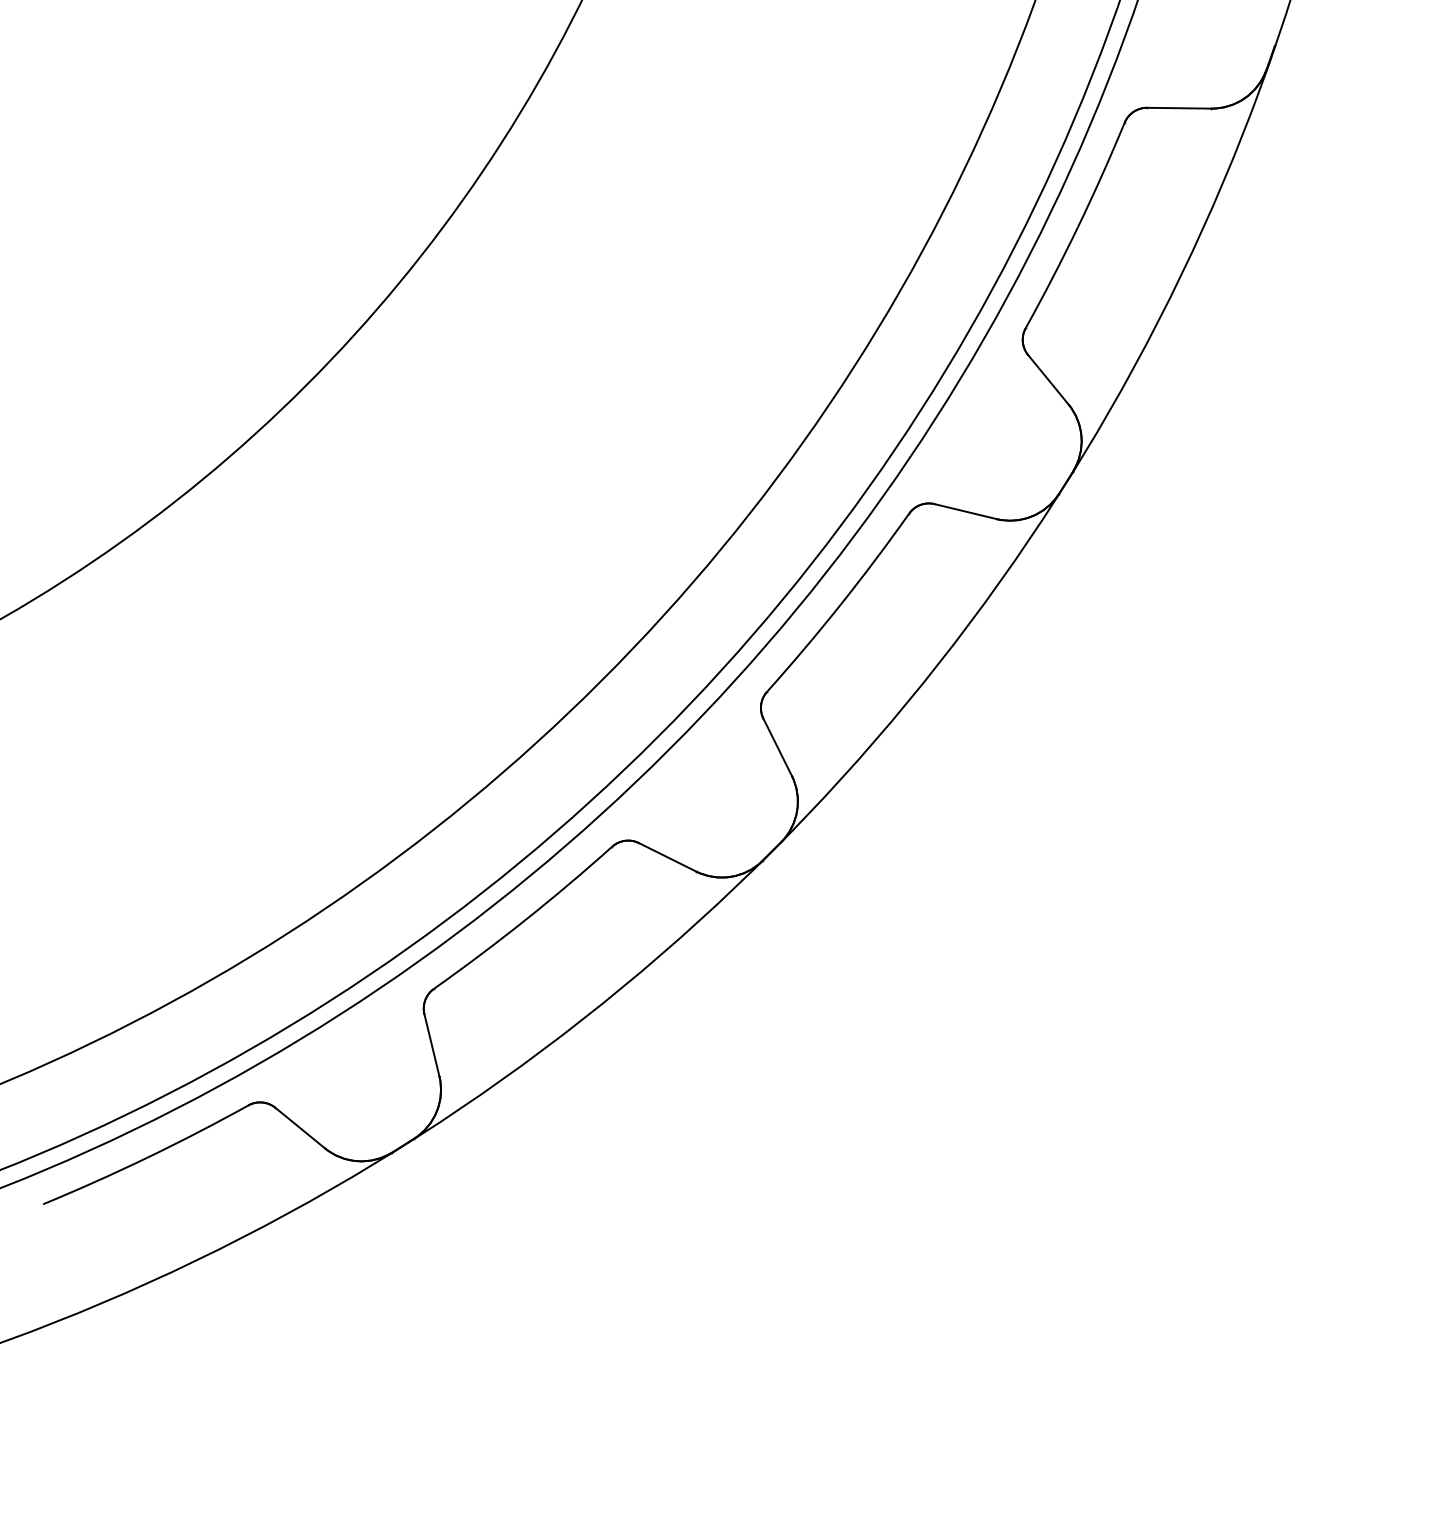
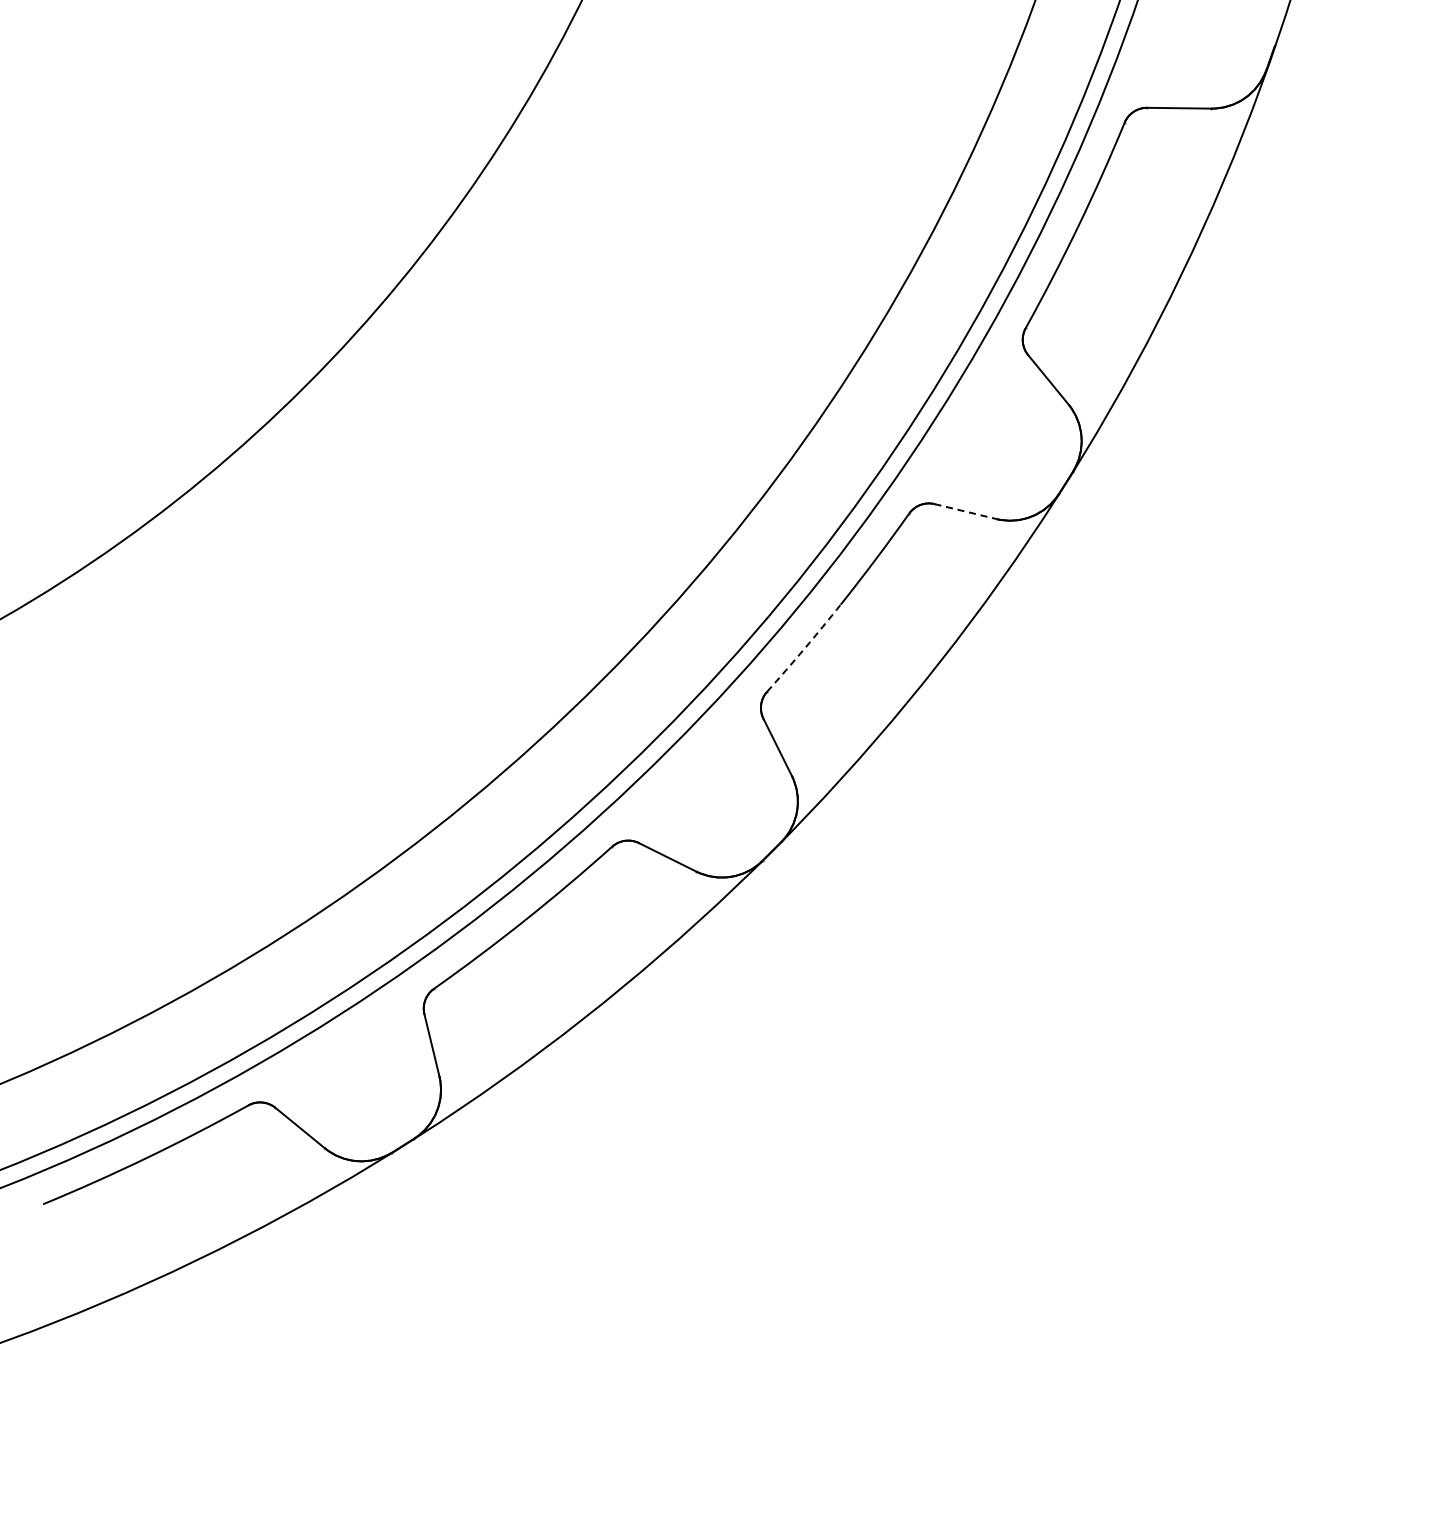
line at (965, 511): solid -> dashed
arc at (804, 648): solid -> dashed
